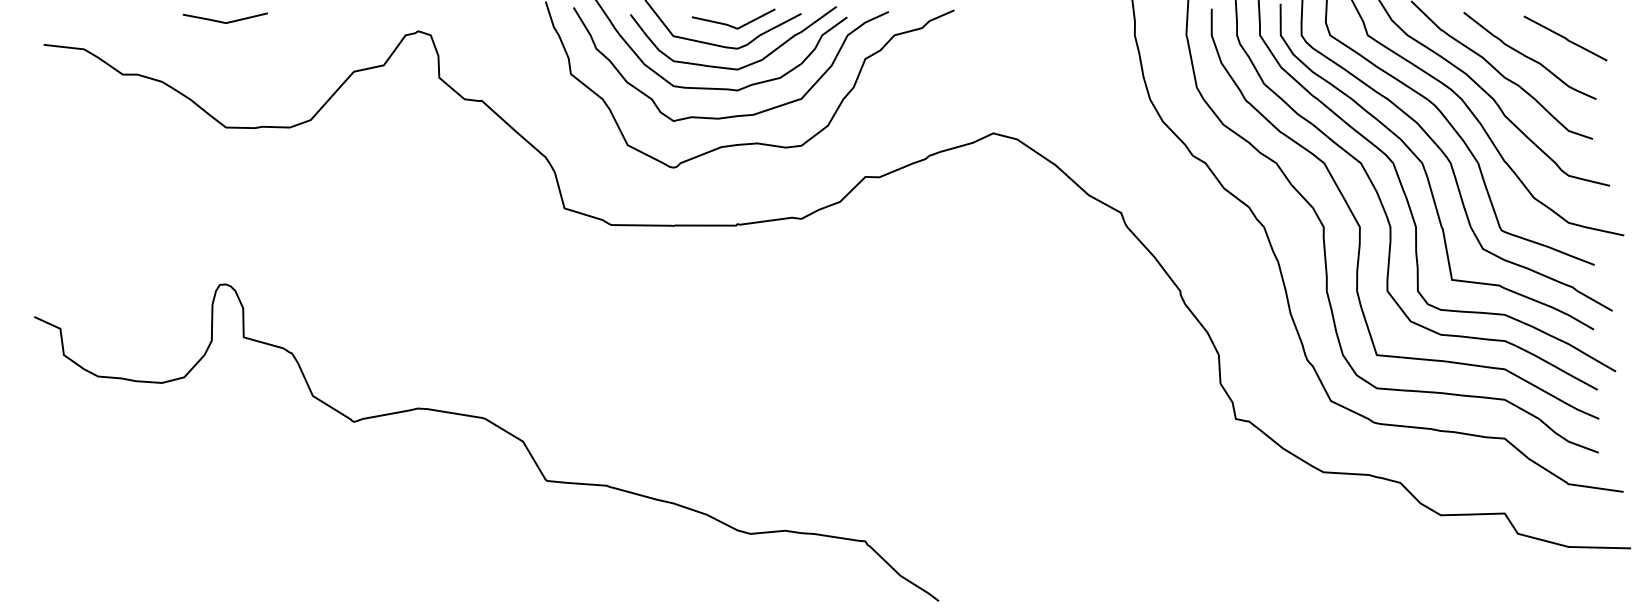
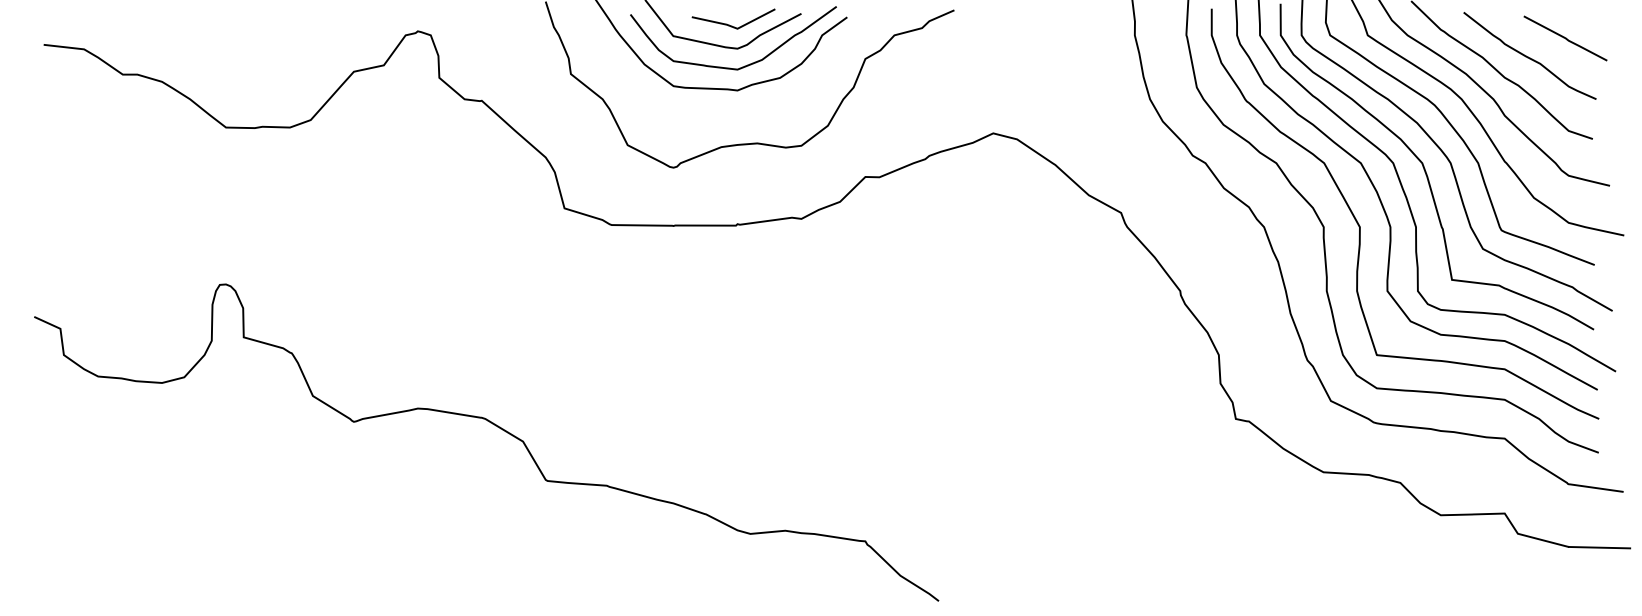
line at (224, 21): present -> none
curve at (732, 115): present -> none
